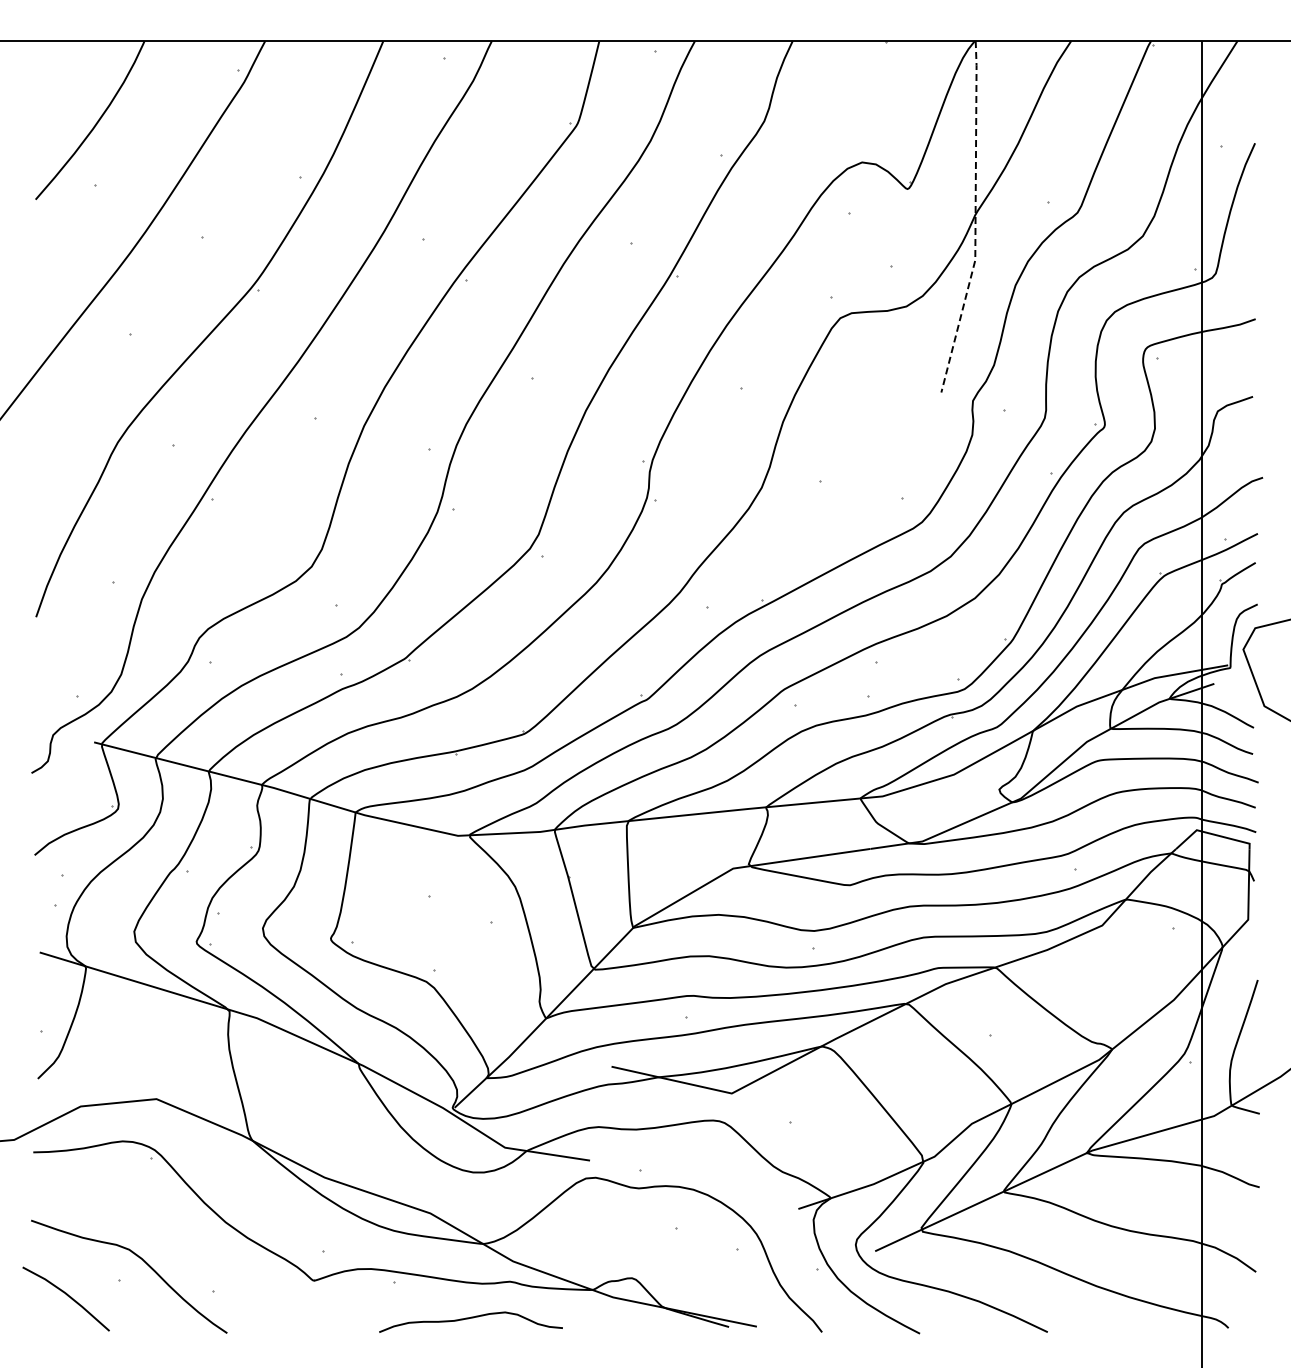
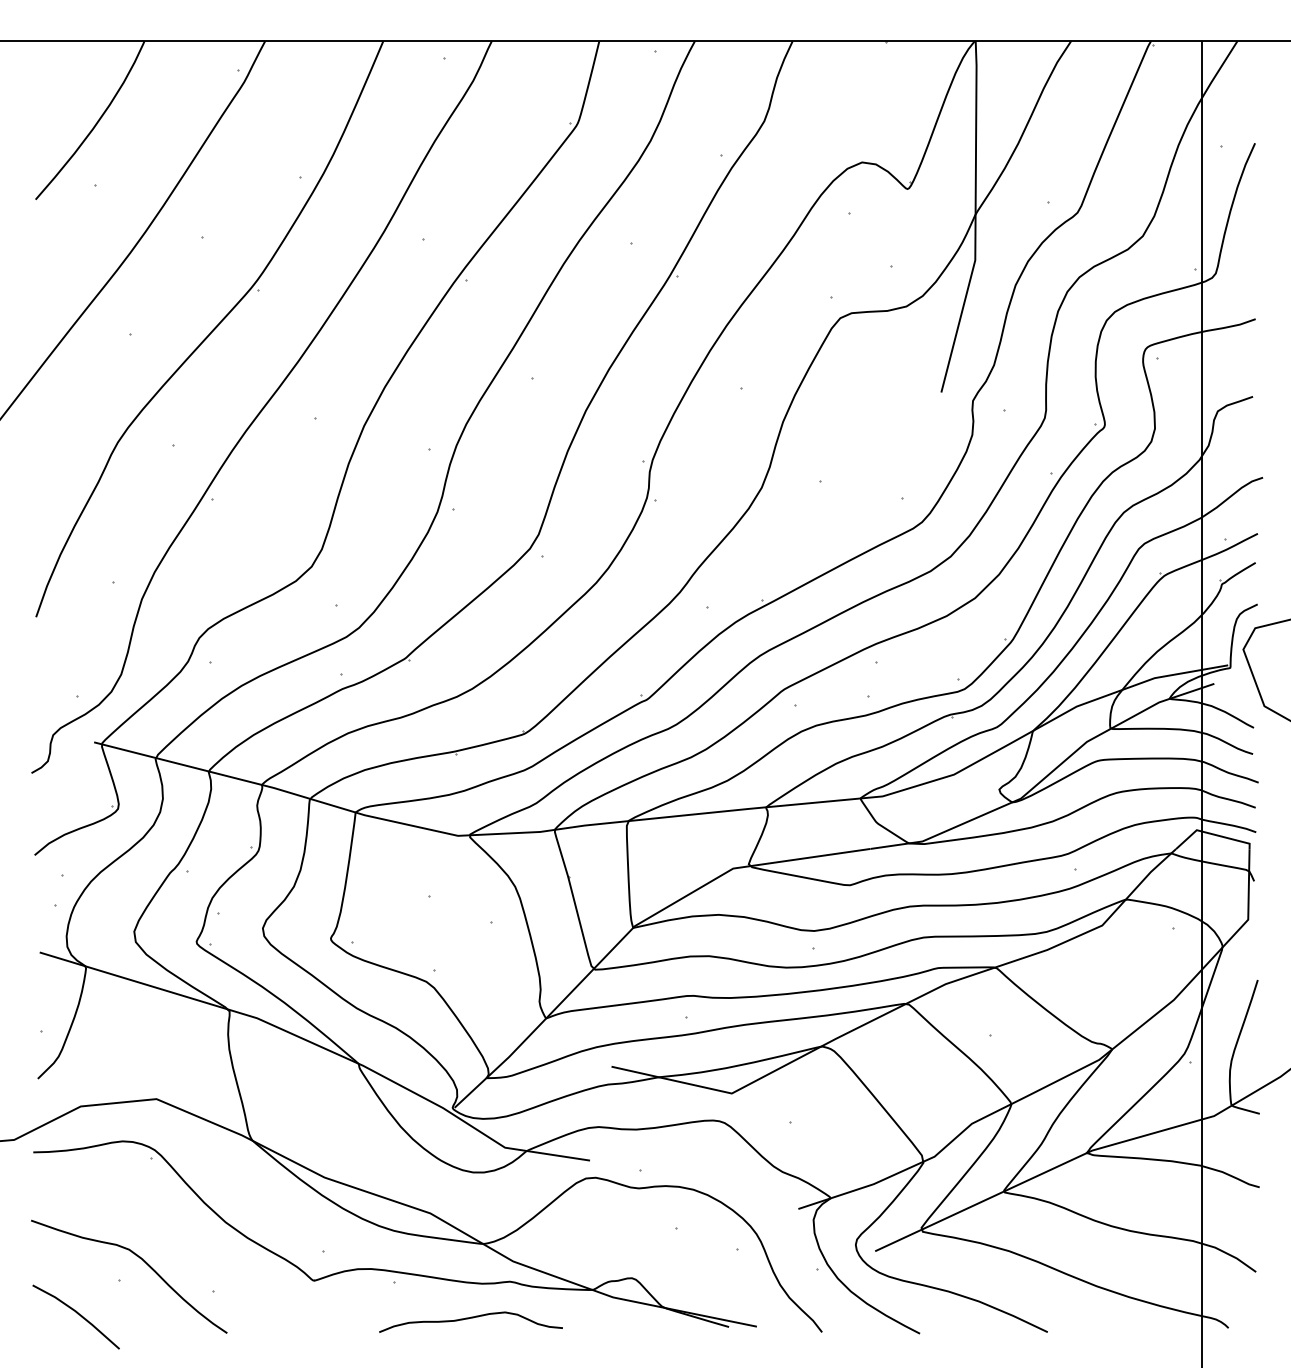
line at (975, 219): dashed -> solid
line at (67, 1296) position: (67, 1296) -> (77, 1314)
